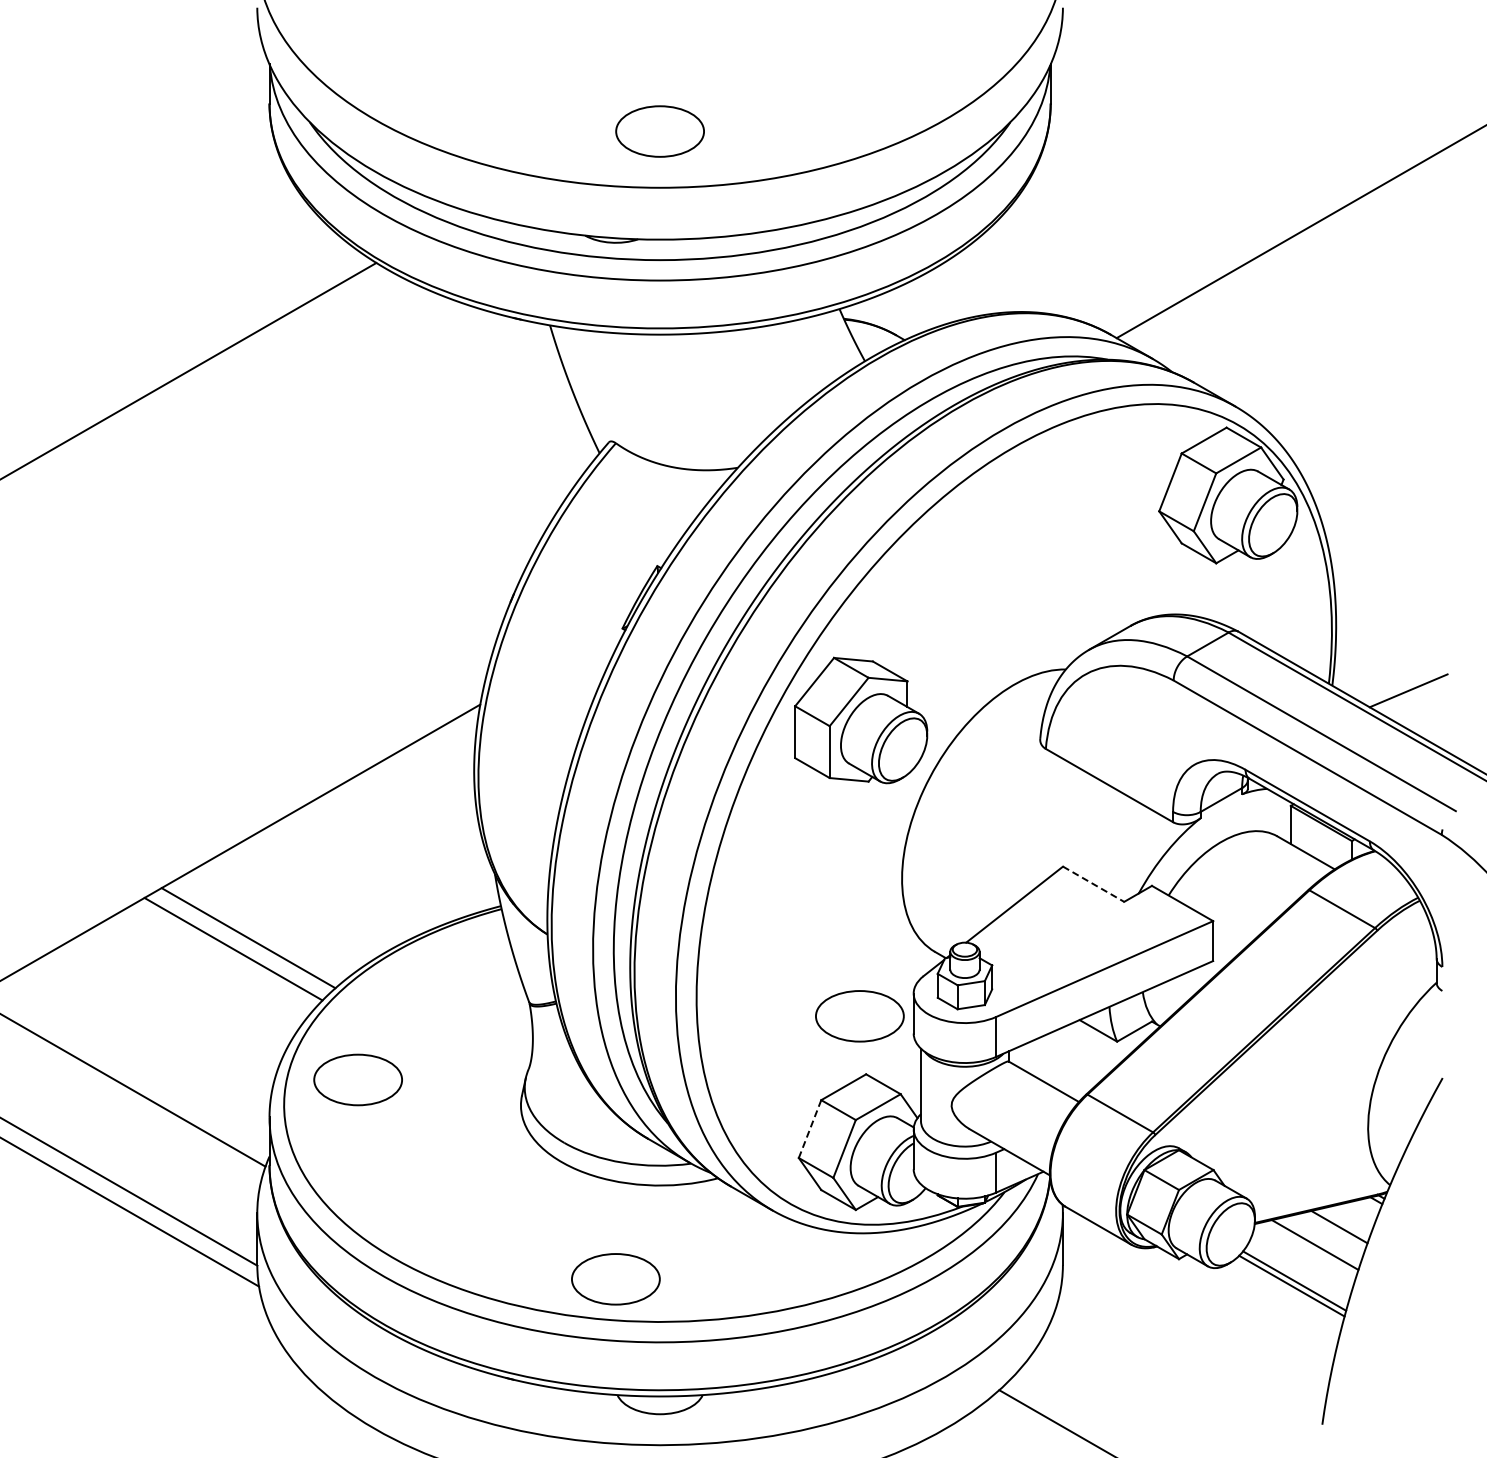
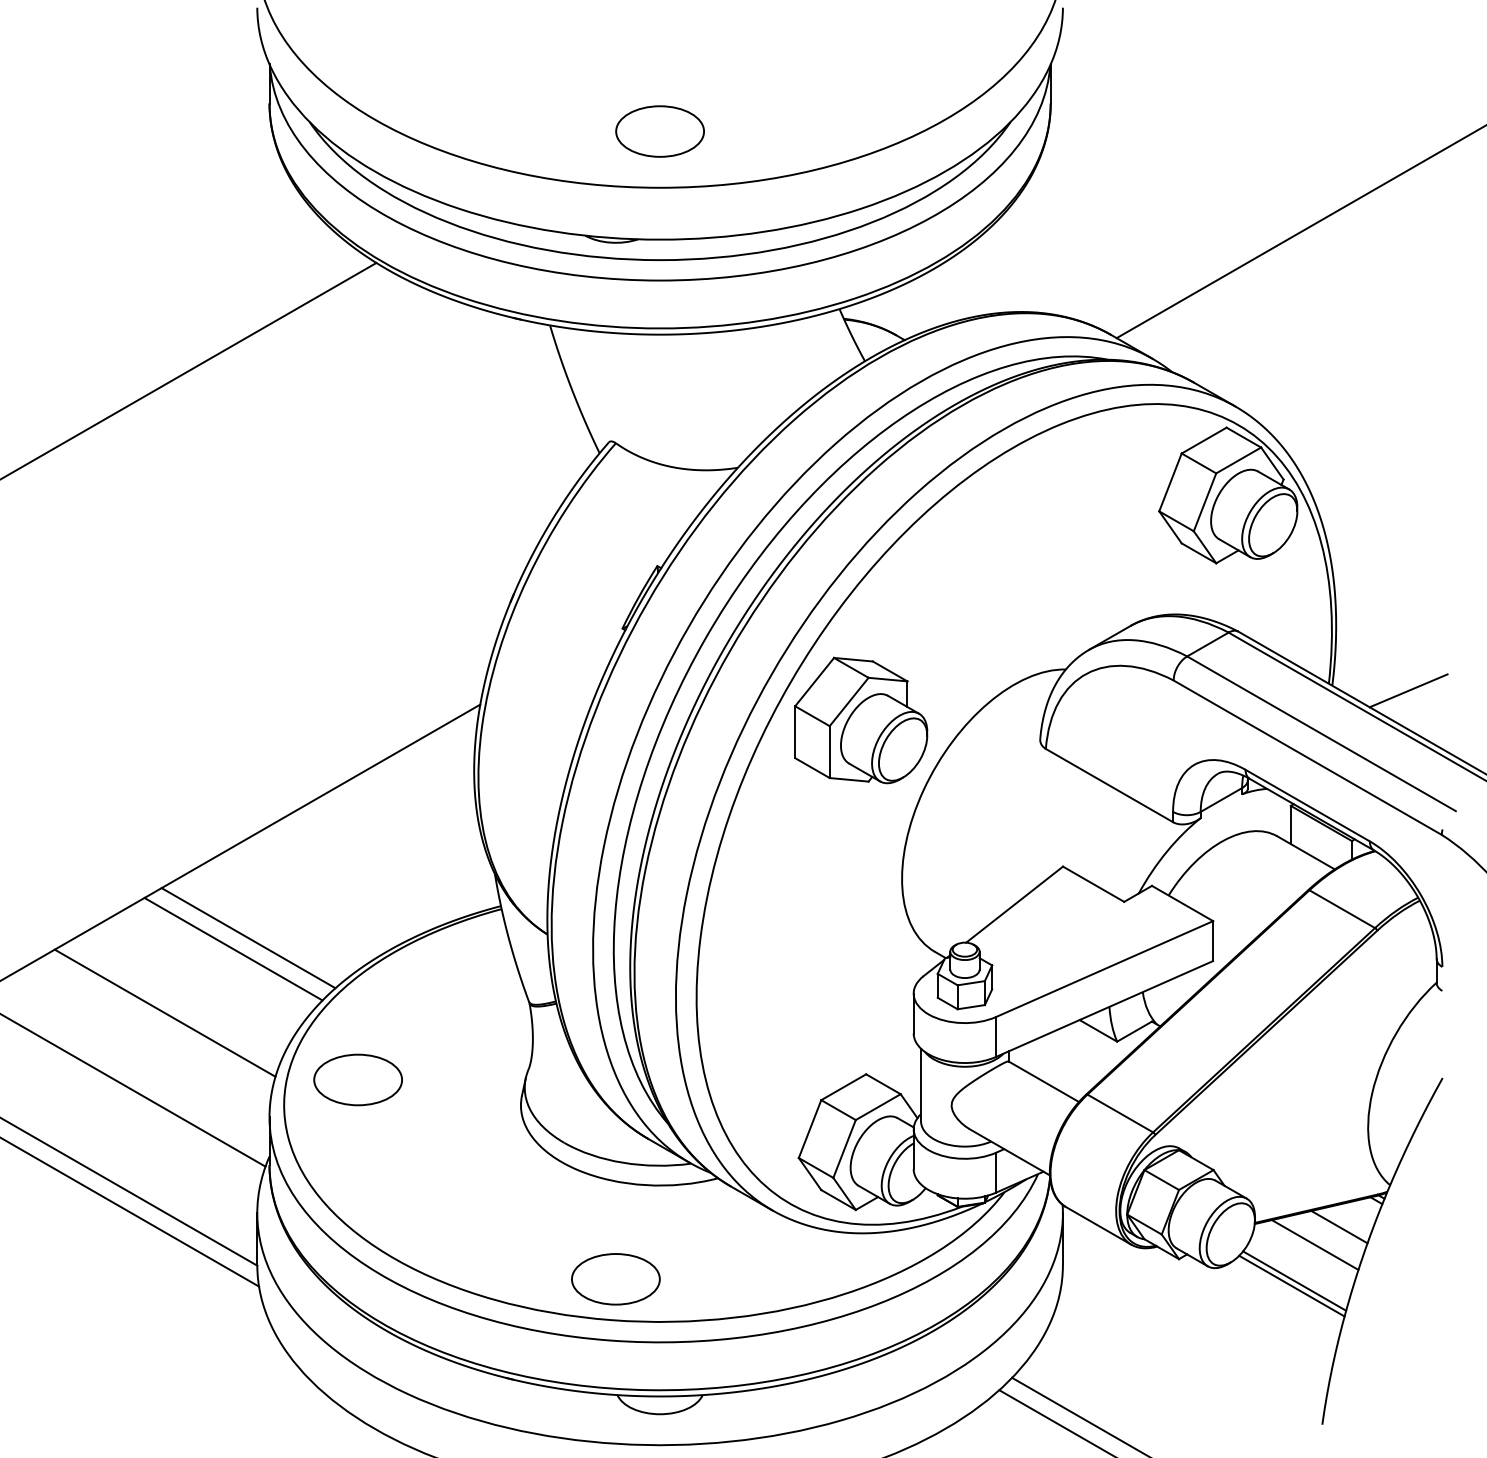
line at (1094, 884): dashed -> solid
line at (164, 1012): none -> present
part at (859, 1016): present -> none
line at (810, 1128): dashed -> solid
line at (1078, 1415): none -> present
